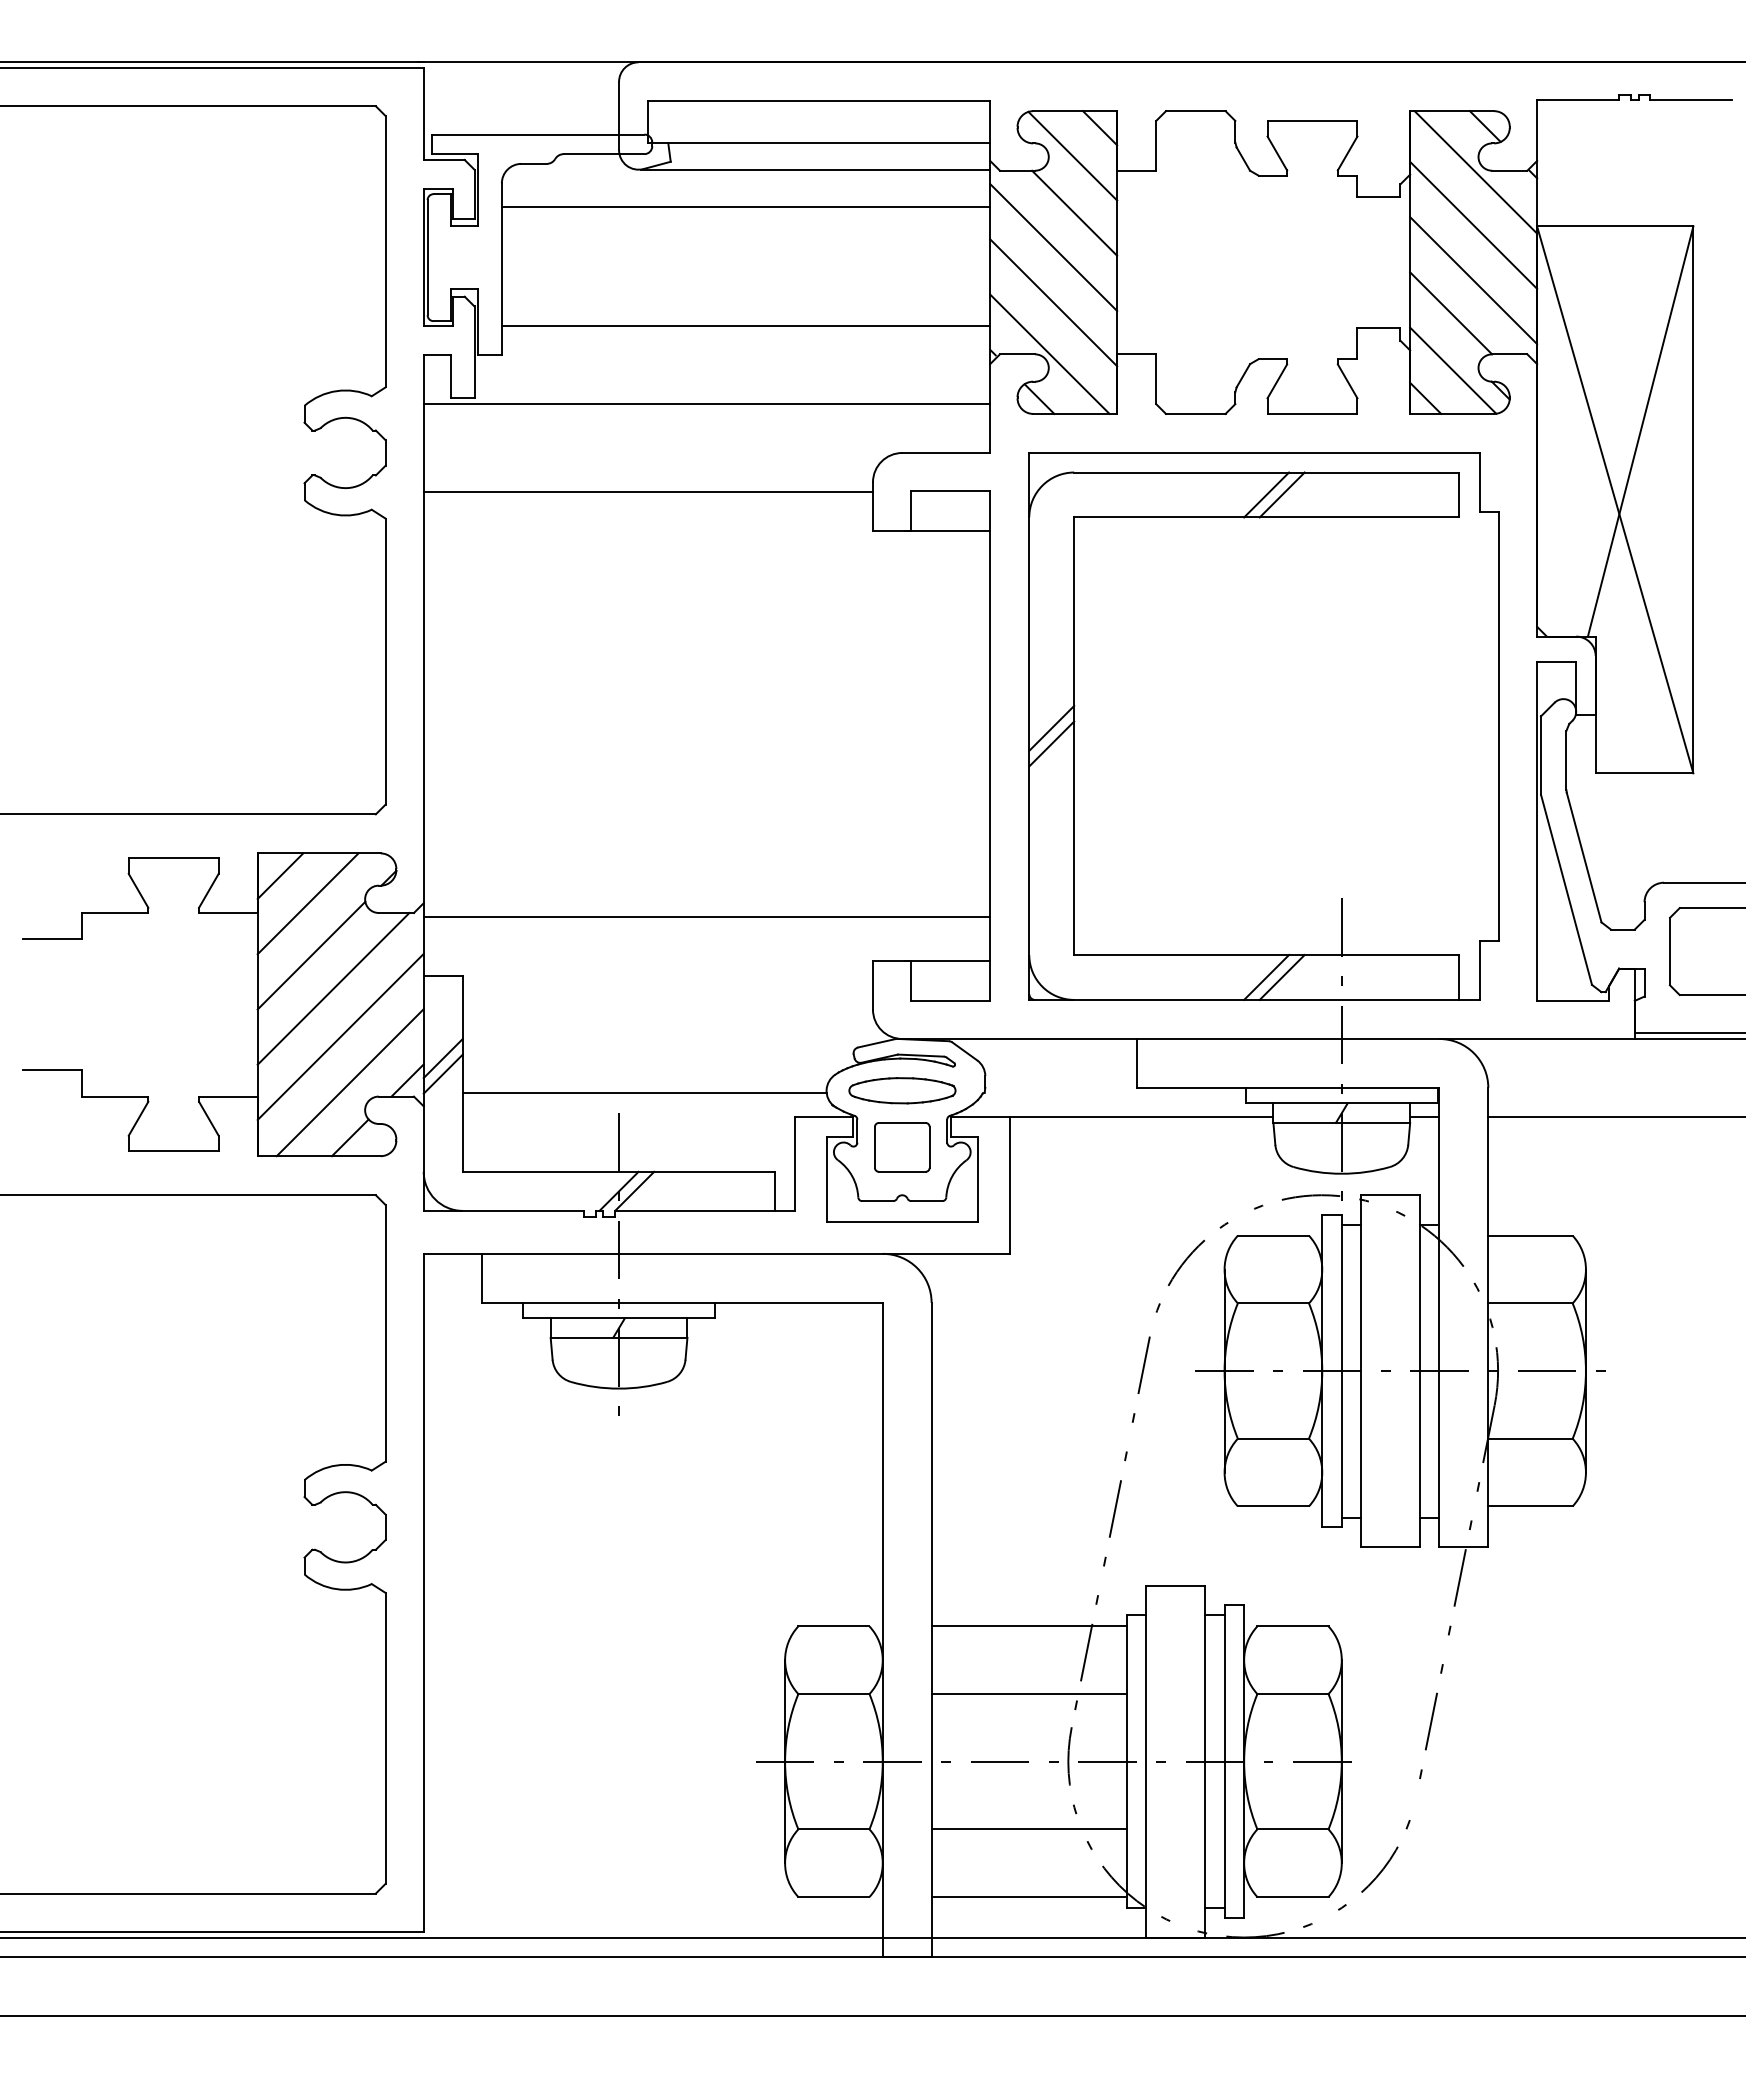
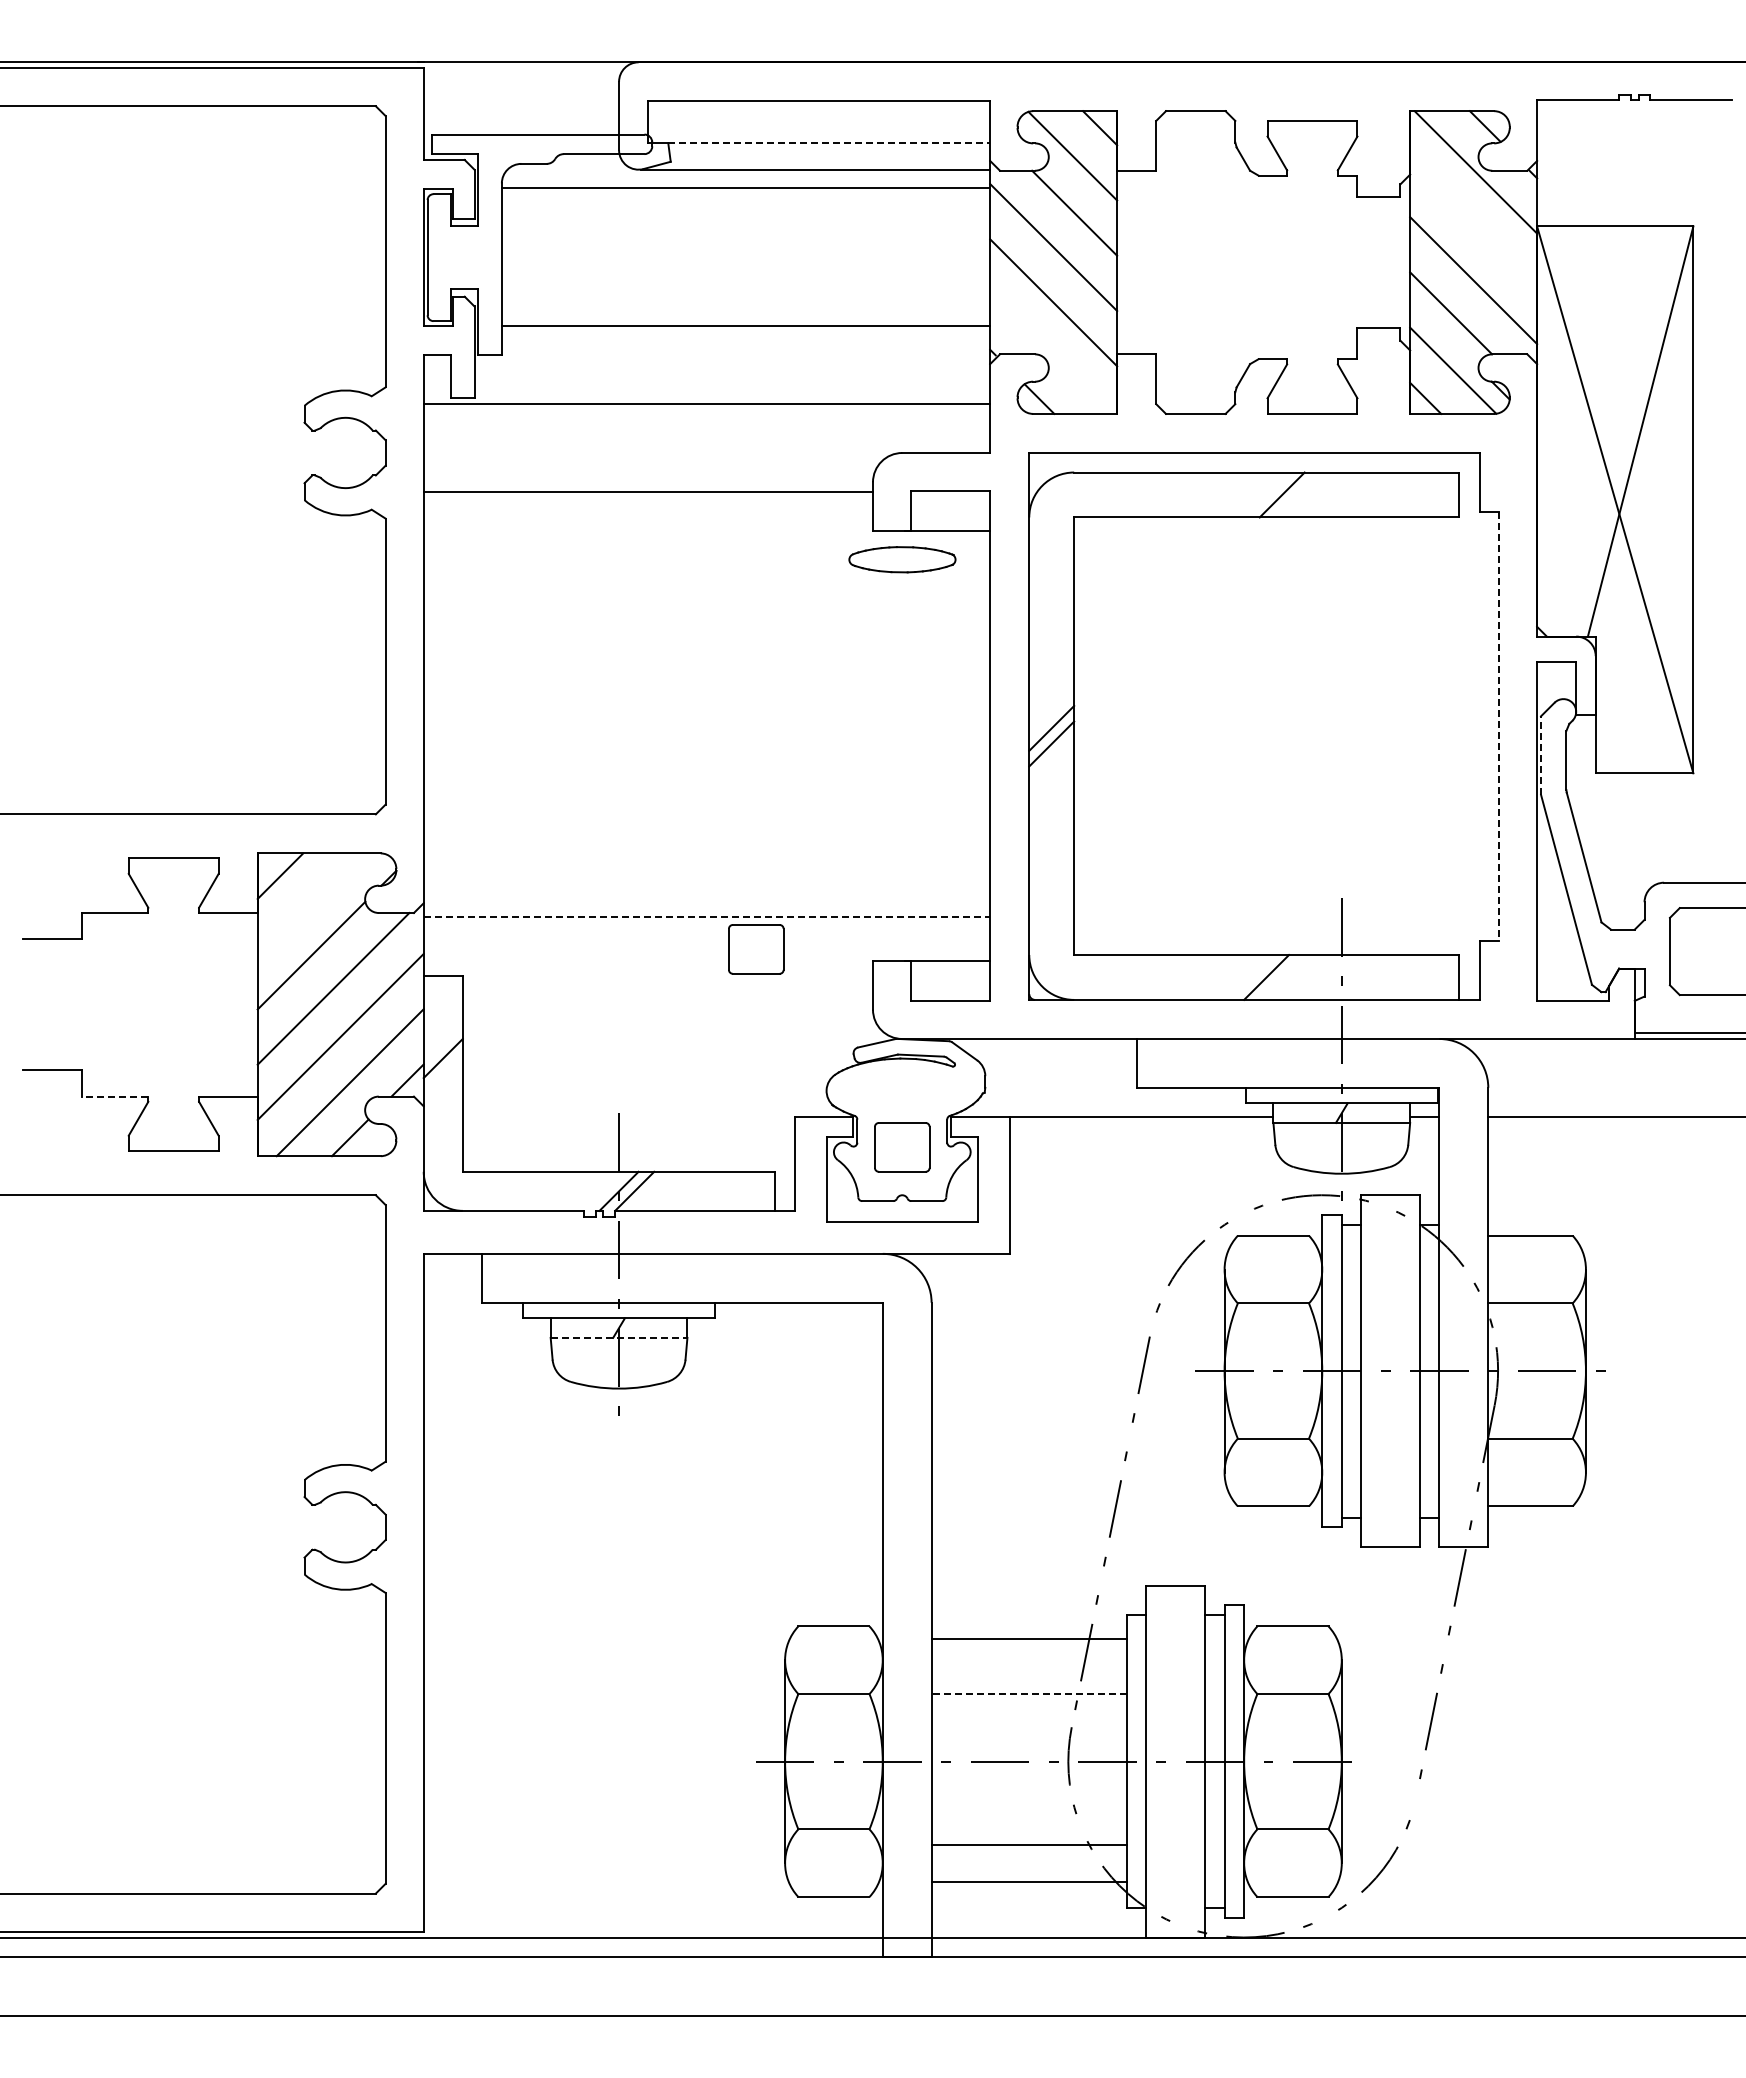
line at (829, 143): solid -> dashed
line at (745, 206) position: (745, 206) -> (745, 187)
line at (1473, 224): present -> none
line at (1049, 353): present -> none
line at (1266, 494): present -> none
line at (1499, 726): solid -> dashed
line at (1541, 755): solid -> dashed
line at (307, 903): present -> none
line at (707, 916): solid -> dashed
part at (756, 949): none -> present
line at (1281, 977): present -> none
line at (442, 1073): present -> none
part at (902, 1090) position: (902, 1090) -> (902, 559)
line at (644, 1092): present -> none
line at (114, 1096): solid -> dashed
line at (619, 1337): solid -> dashed
line at (1028, 1626) position: (1028, 1626) -> (1028, 1639)
line at (1029, 1694): solid -> dashed
line at (1028, 1829) position: (1028, 1829) -> (1028, 1845)
line at (1028, 1897) position: (1028, 1897) -> (1028, 1882)
